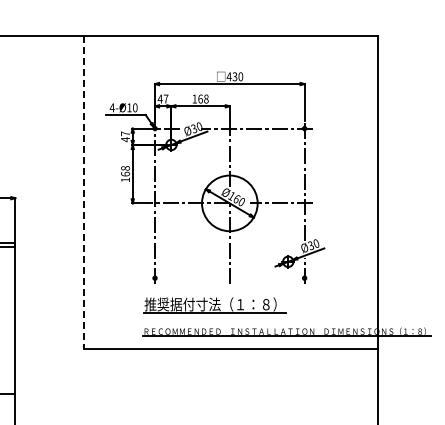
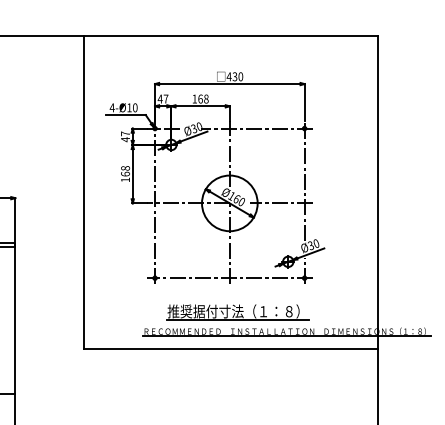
line at (83, 193): dashed -> solid
line at (230, 278): none -> present
part at (214, 305) position: (214, 305) -> (237, 312)
